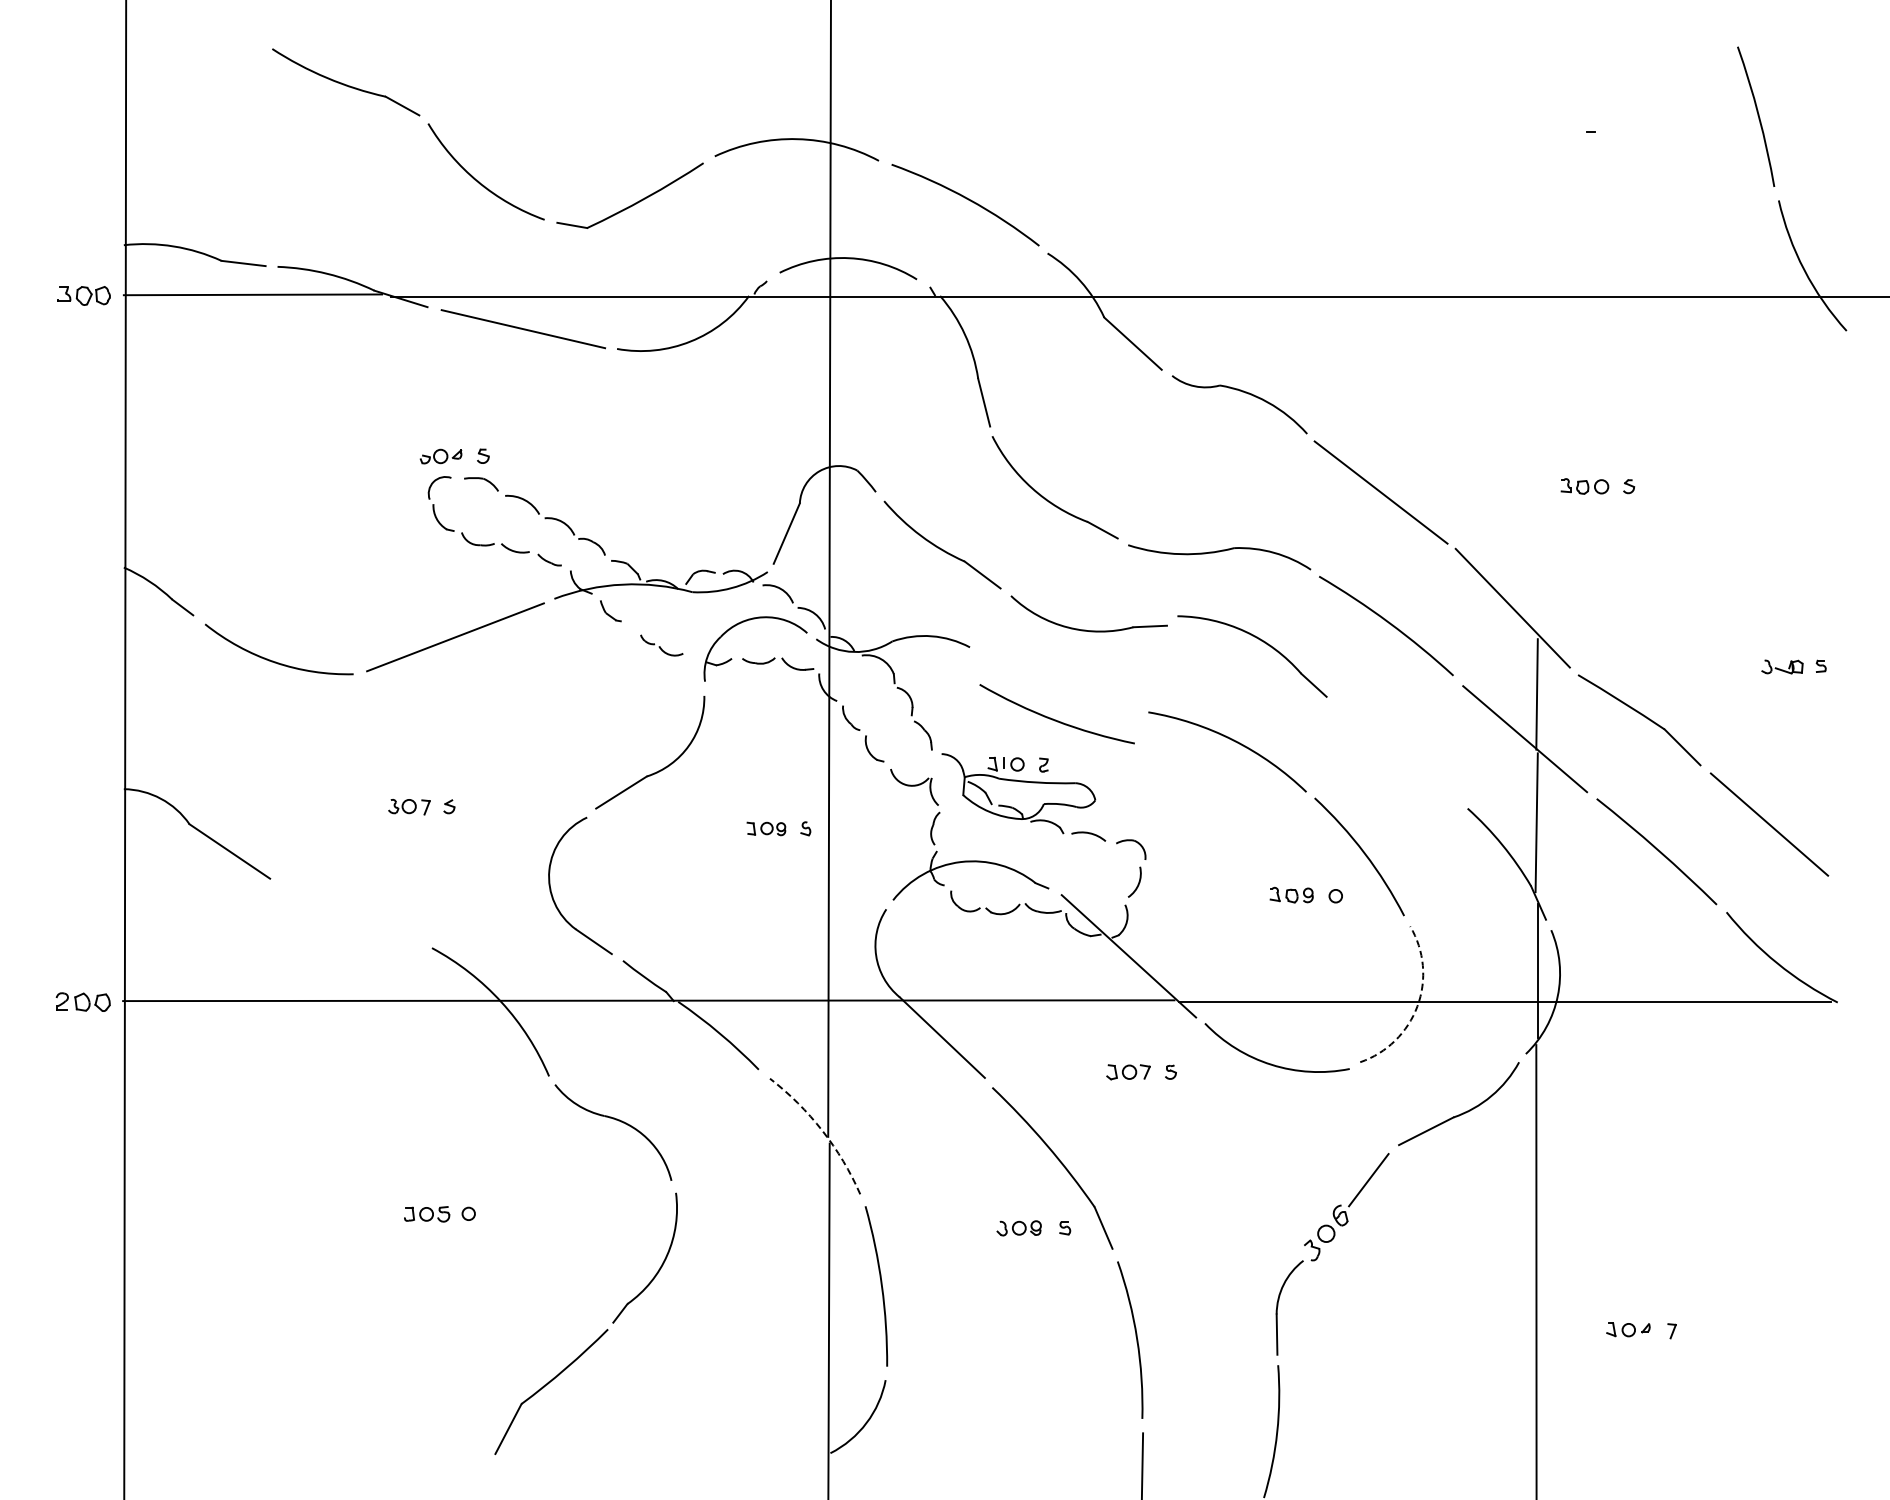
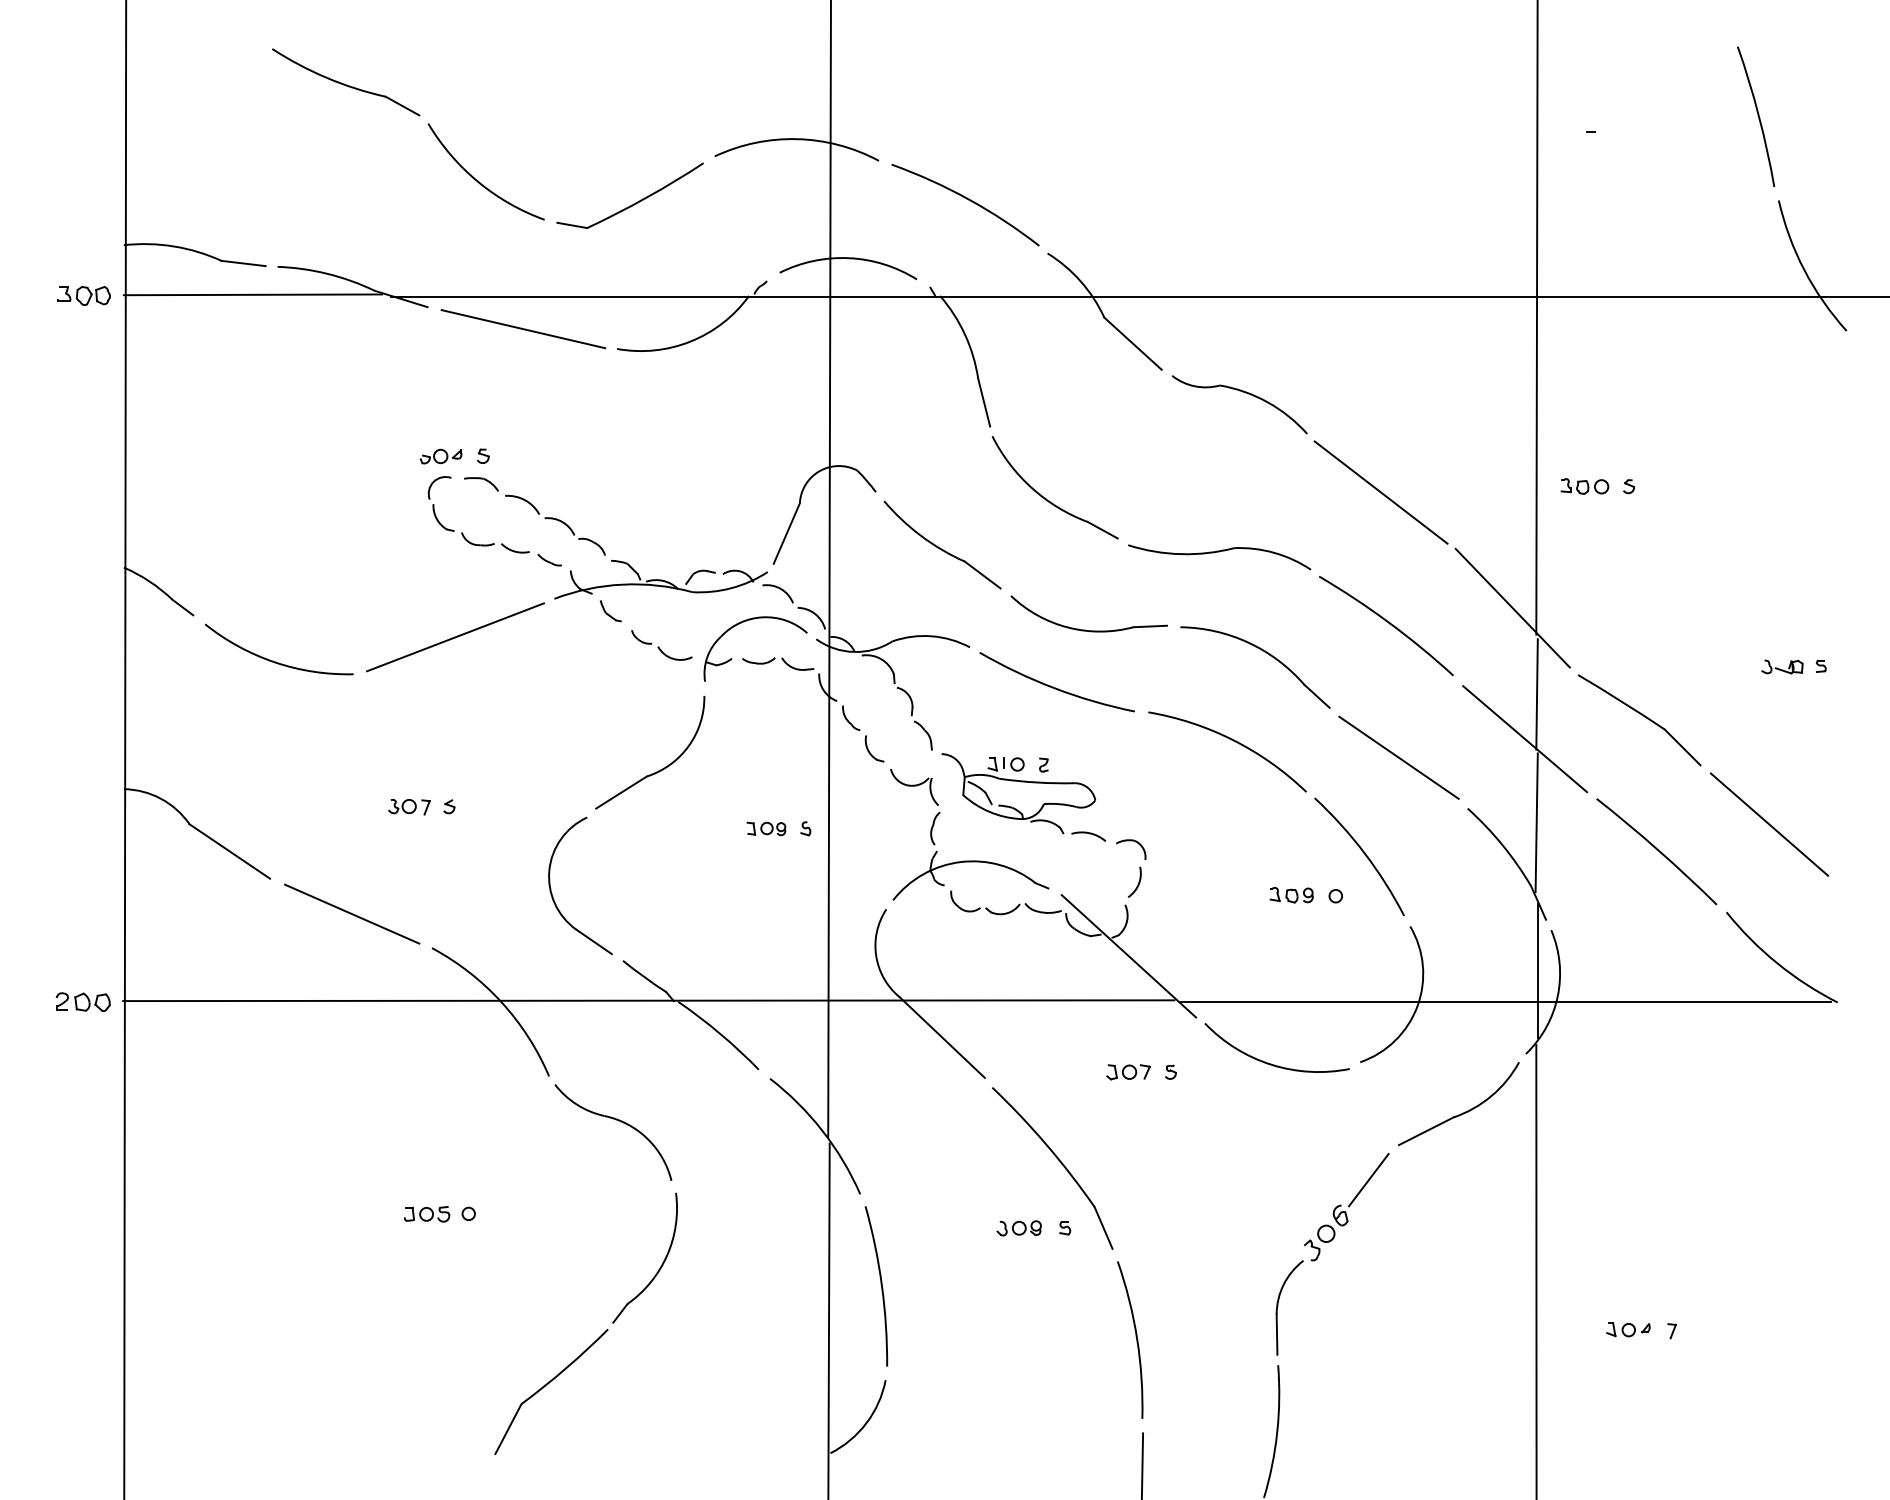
line at (1536, 318): none -> present
part at (1259, 640) position: (1259, 640) -> (1262, 651)
part at (661, 645) size: 44x23 px -> 62x31 px
arc at (1053, 718) position: (1053, 718) -> (1053, 686)
line at (1398, 757): none -> present
line at (352, 913): none -> present
arc at (1417, 1006): dashed -> solid
arc at (822, 1130): dashed -> solid
